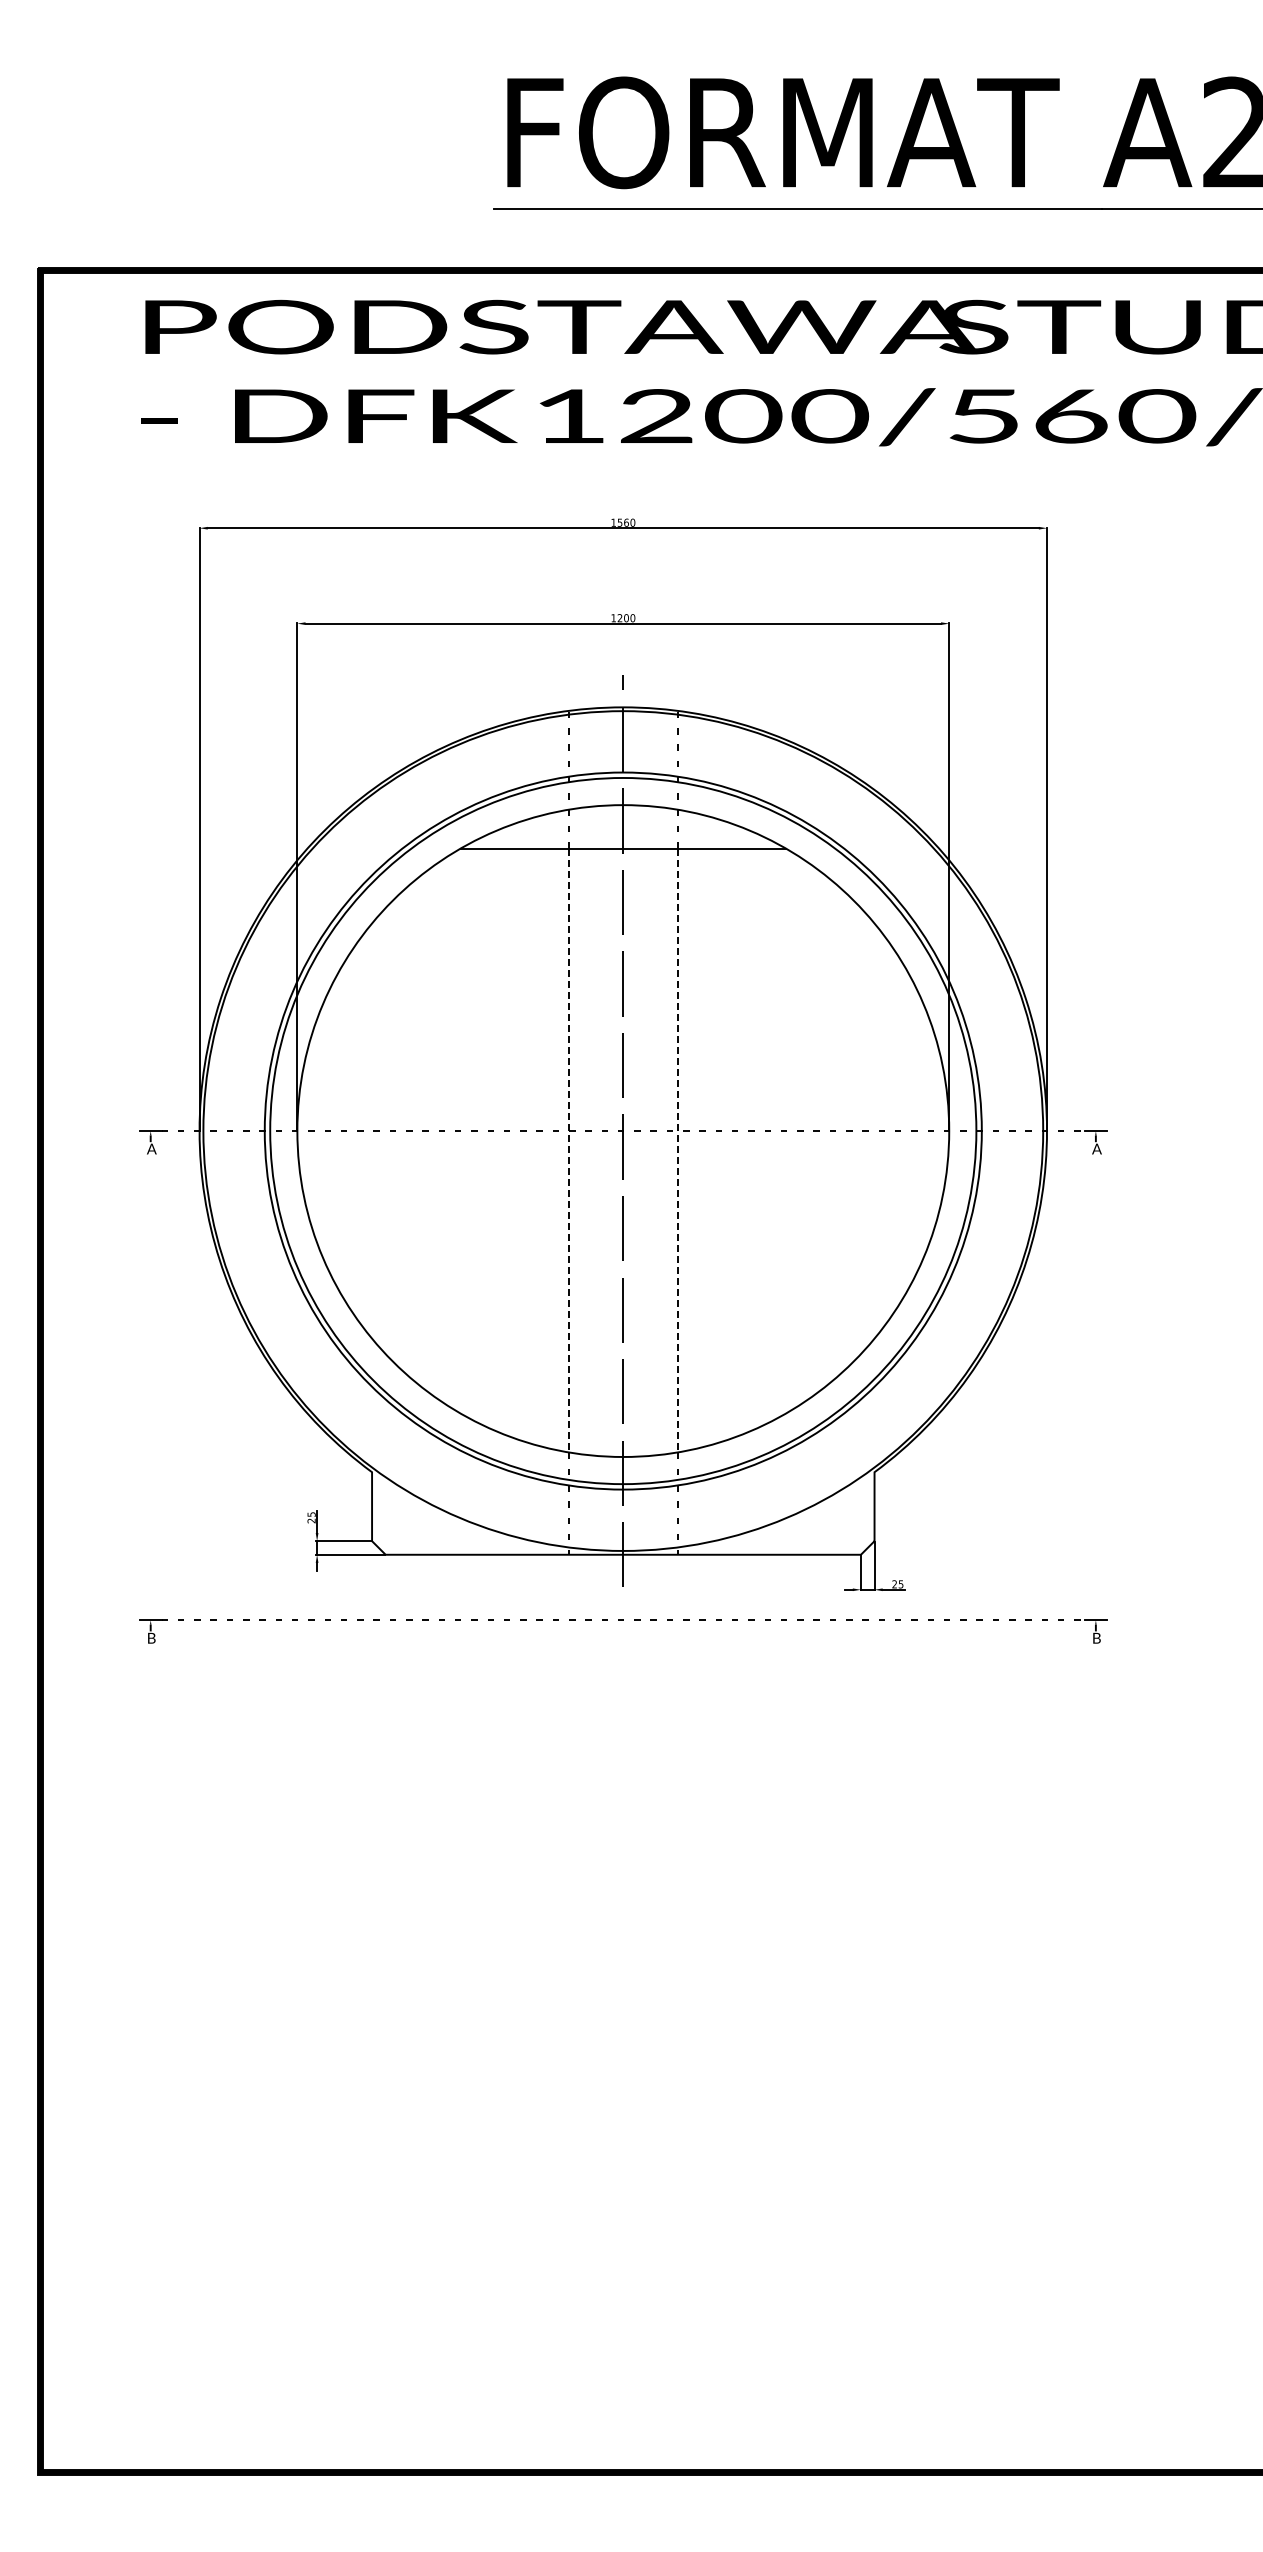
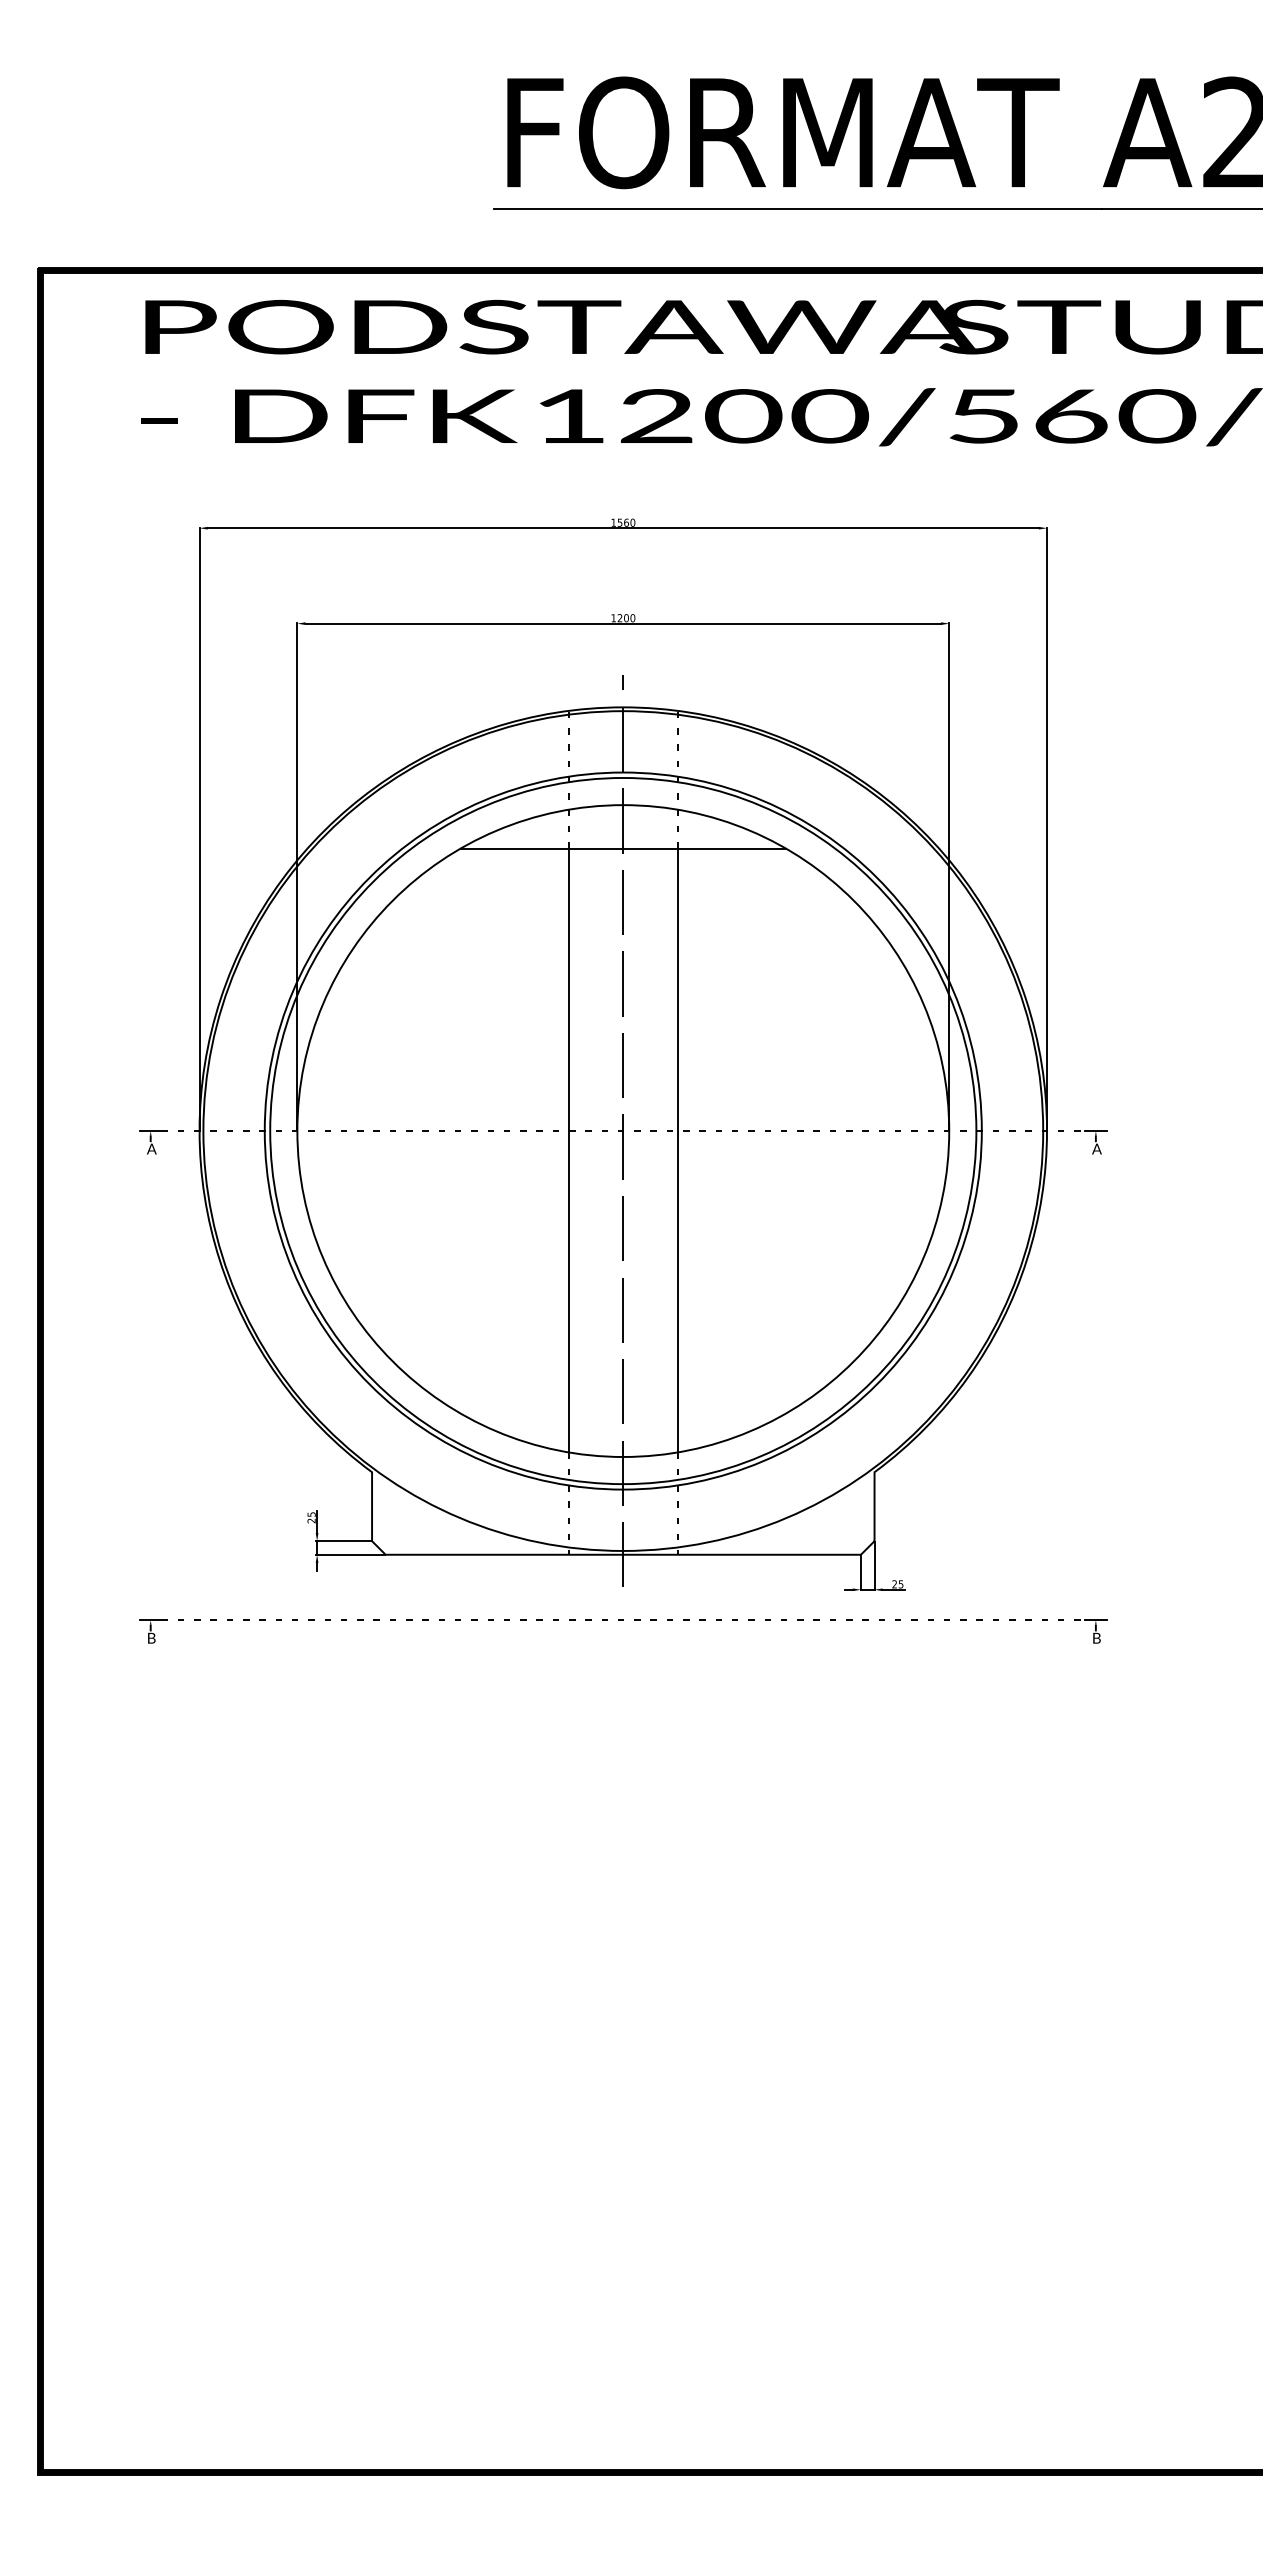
line at (568, 1150): dashed -> solid
line at (677, 1150): dashed -> solid
